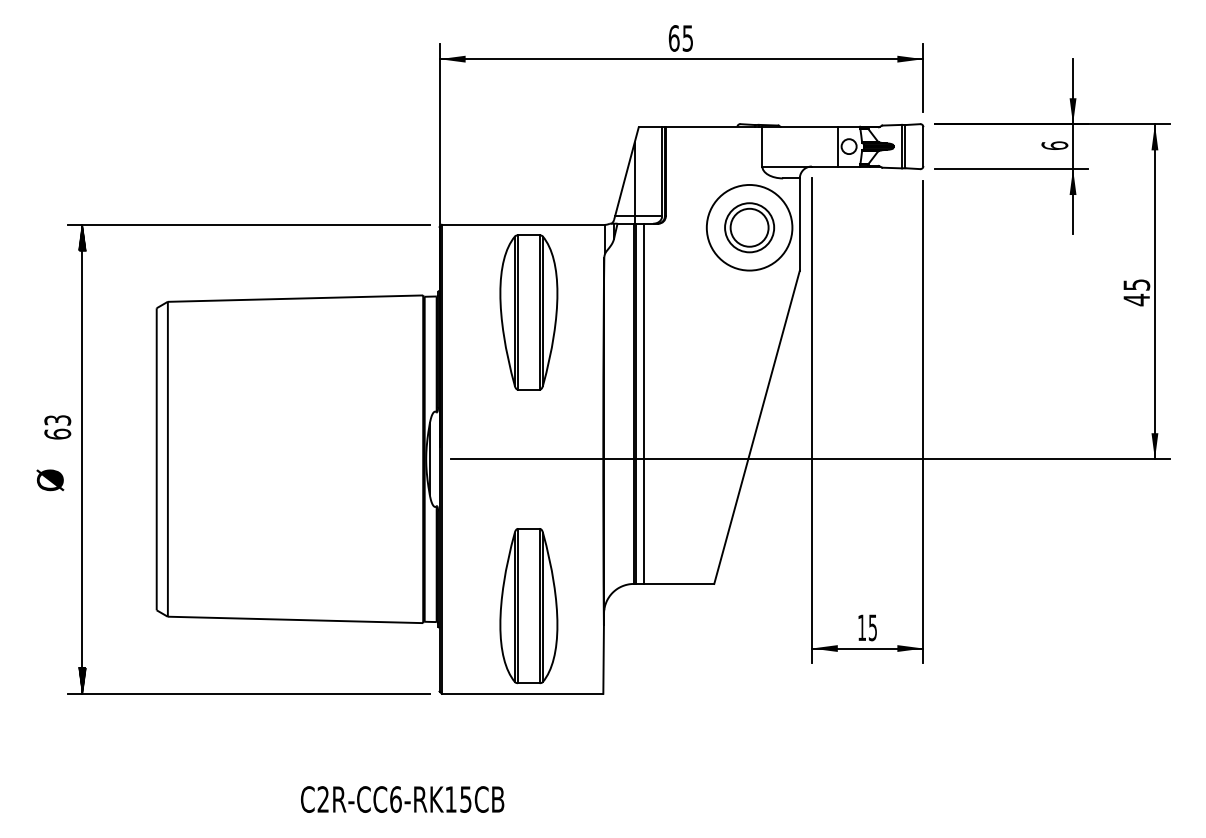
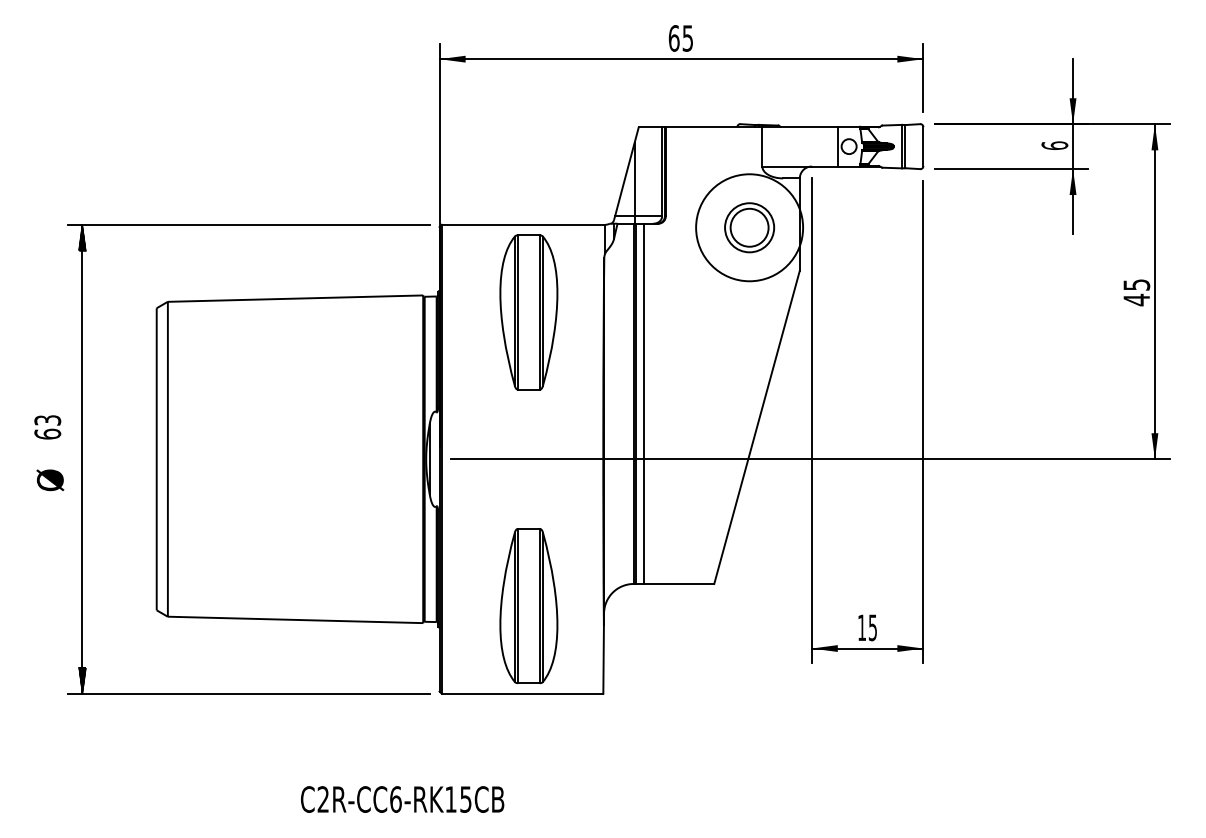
circle at (749, 227) diameter: 86 px -> 107 px
text at (57, 427) position: (57, 427) -> (47, 427)
